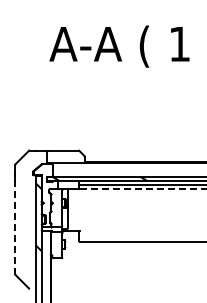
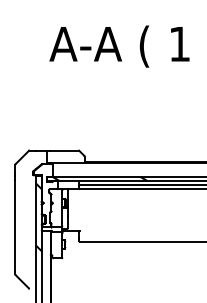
line at (143, 189): dashed -> solid
line at (15, 226): dashed -> solid
